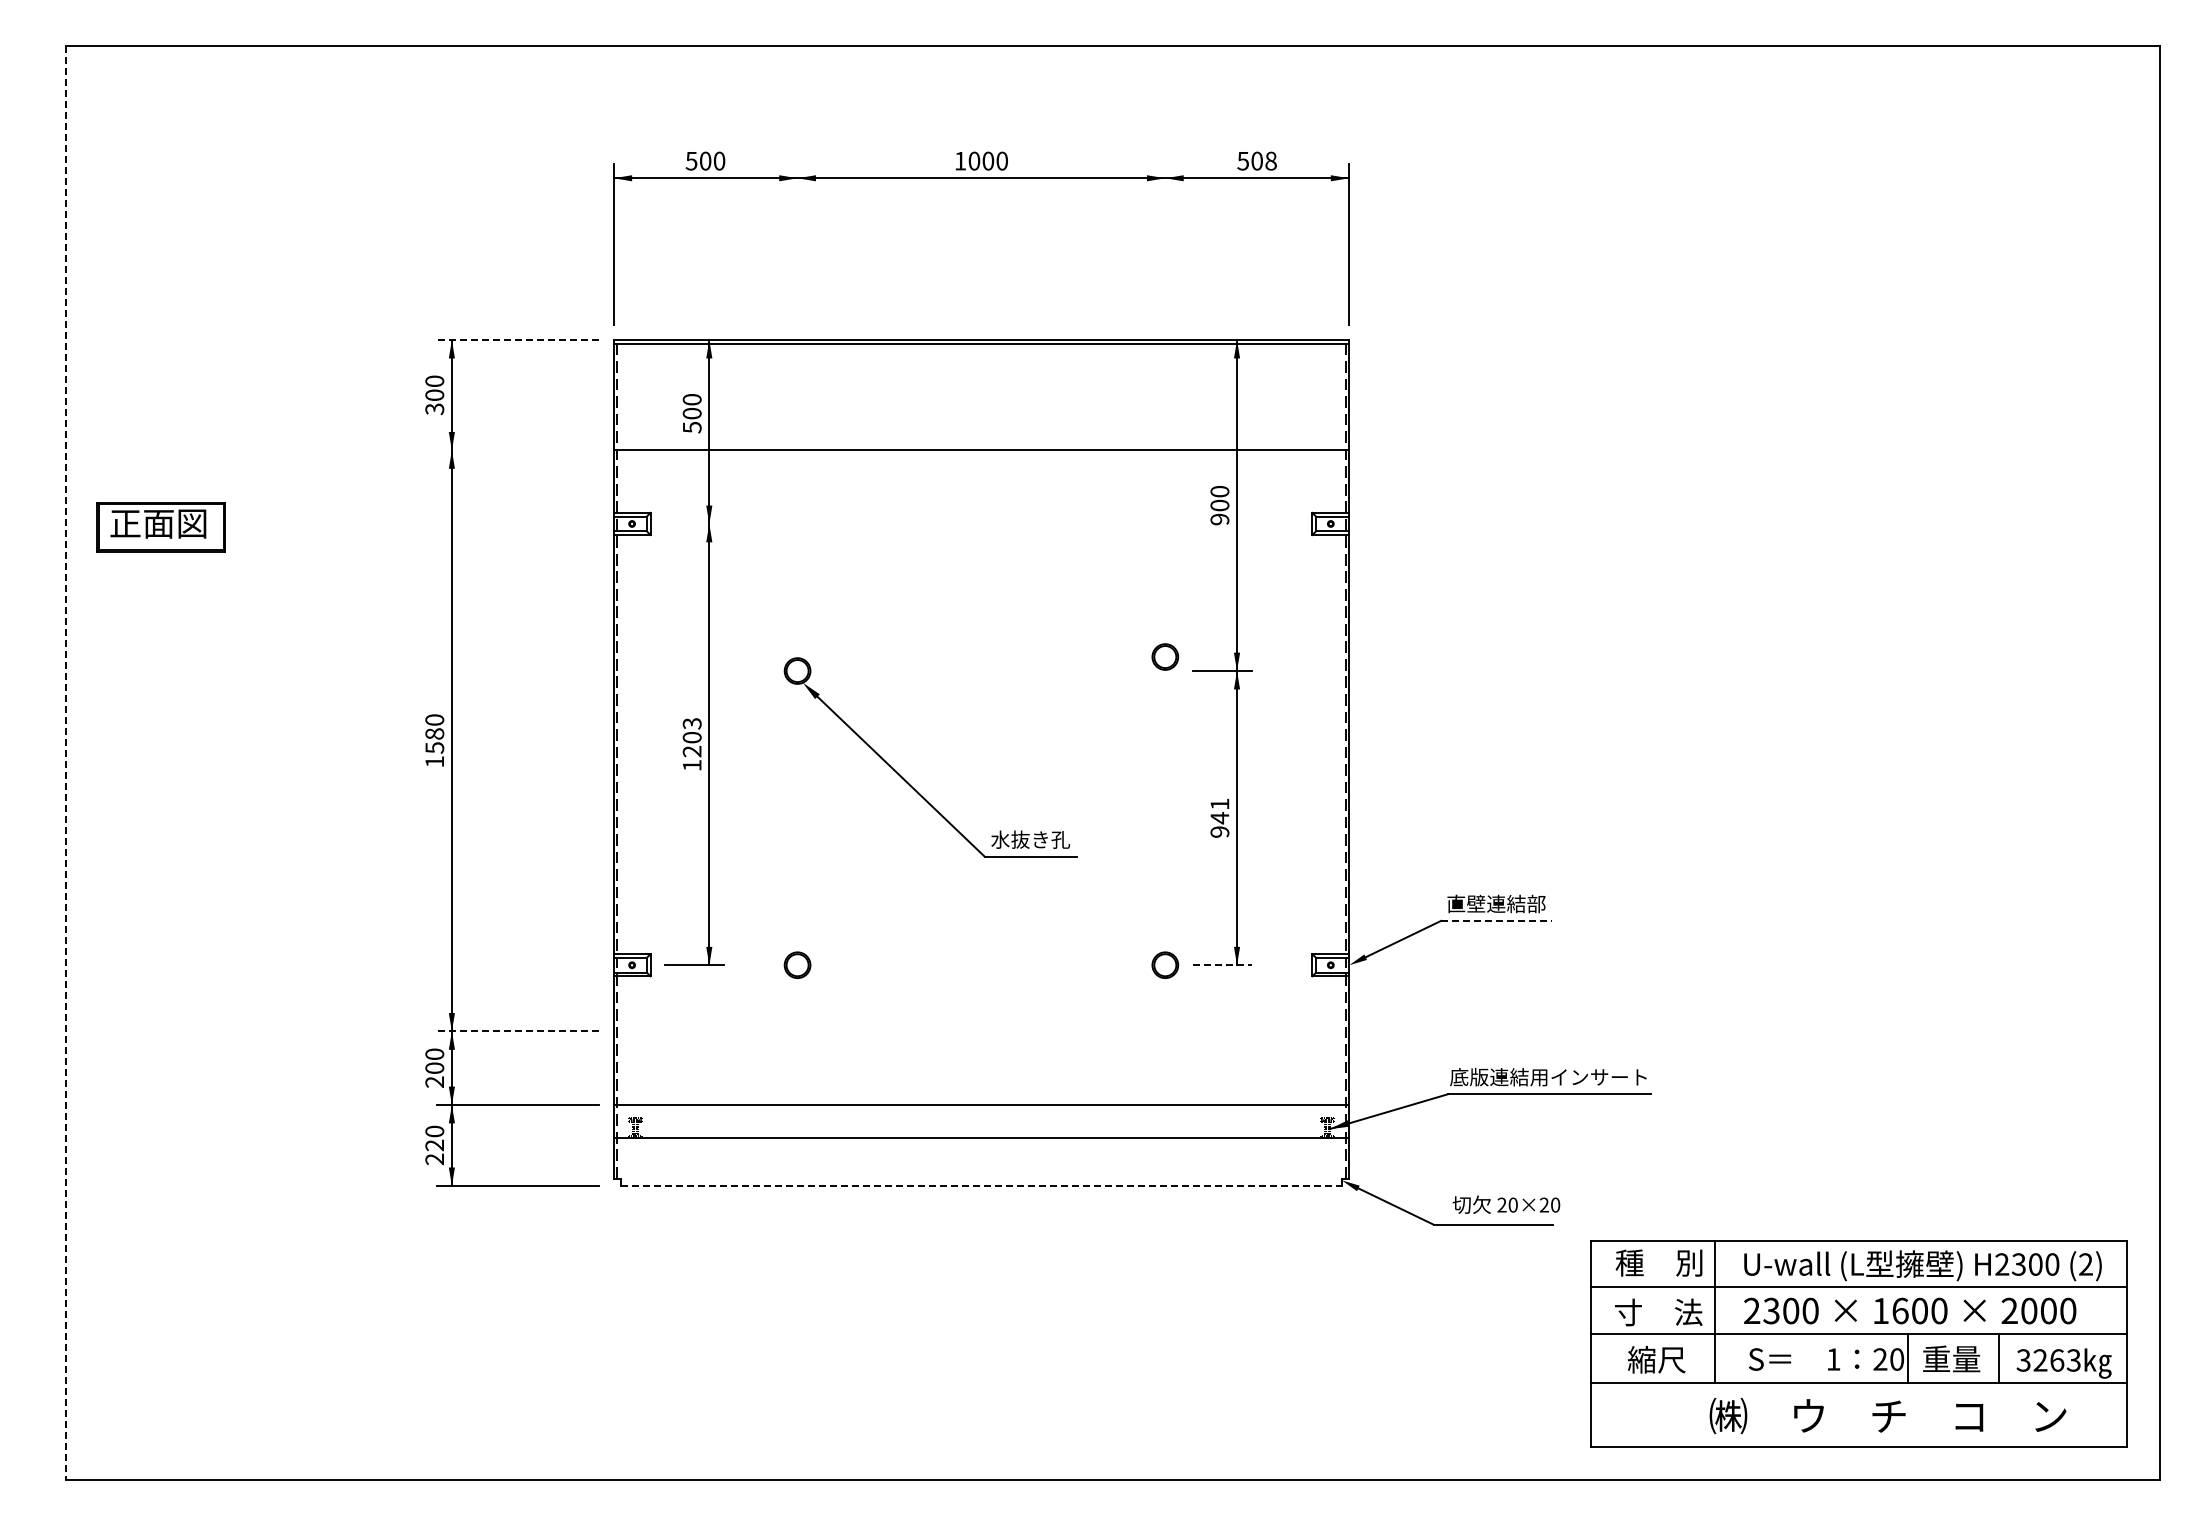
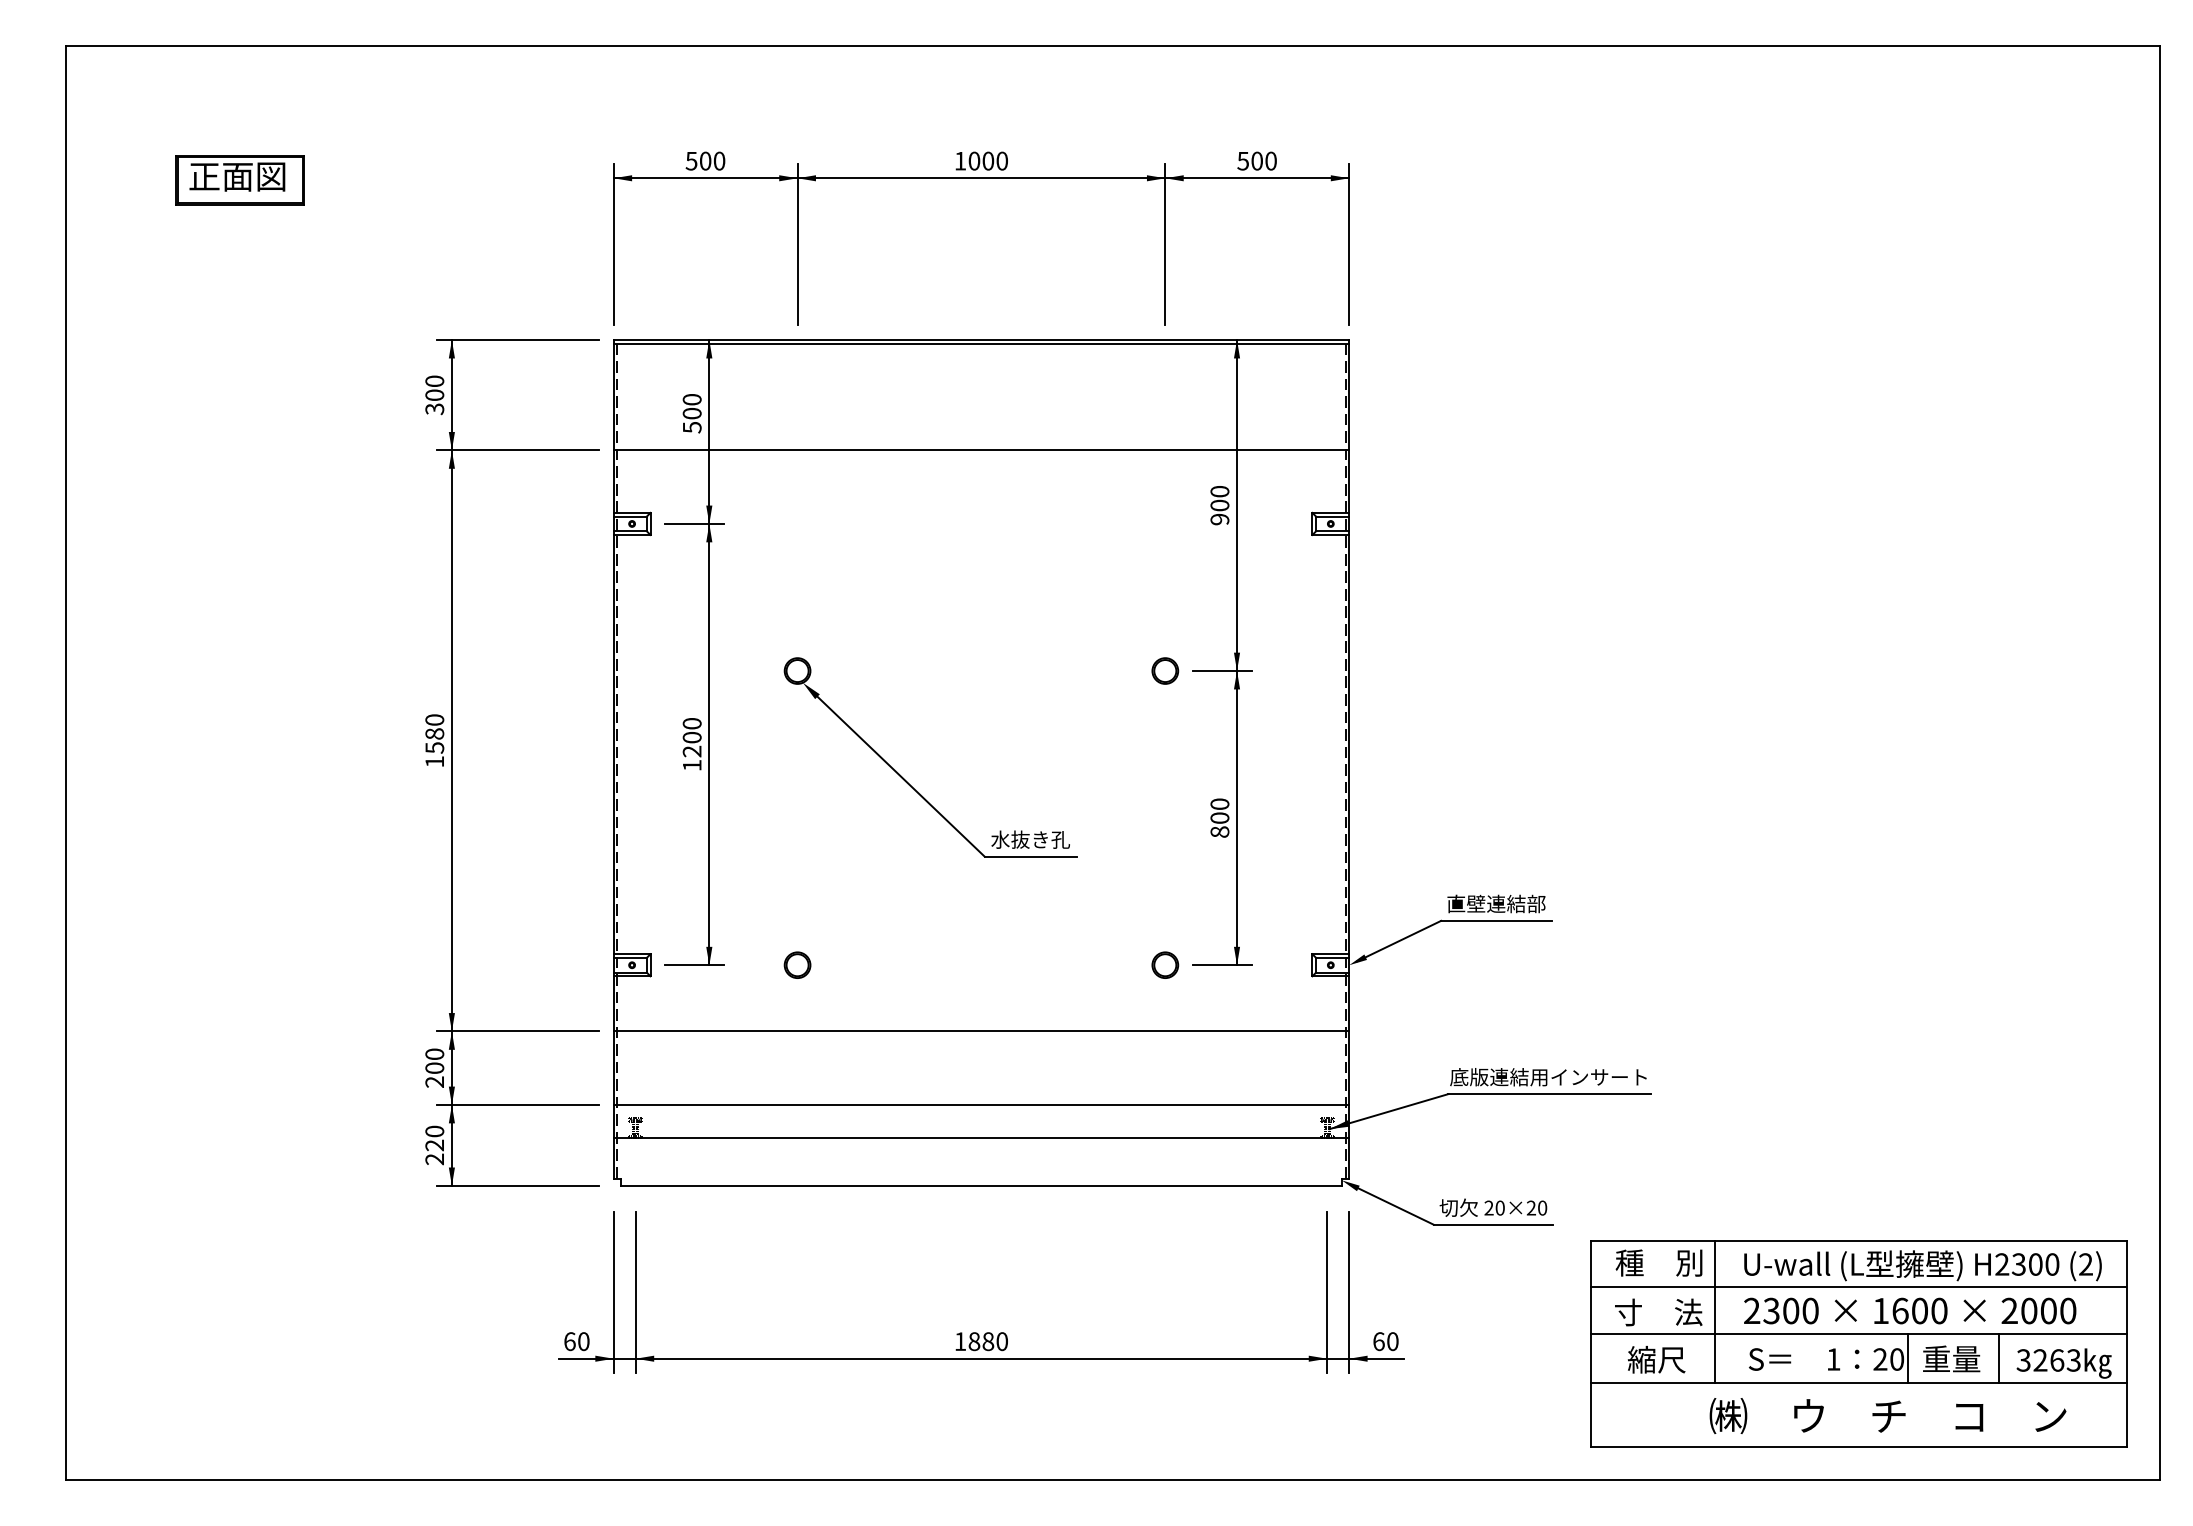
text at (1270, 161): 508 -> 500
line at (797, 244): none -> present
line at (1165, 244): none -> present
line at (518, 340): dashed -> solid
line at (518, 450): none -> present
line at (694, 523): none -> present
part at (160, 527) position: (160, 527) -> (239, 180)
part at (1165, 656) position: (1165, 656) -> (1165, 670)
text at (691, 723): 1203 -> 1200
line at (65, 763): dashed -> solid
text at (1219, 817): 941 -> 800
line at (1496, 920): dashed -> solid
line at (1222, 965): dashed -> solid
line at (518, 1031): dashed -> solid
line at (981, 1031): none -> present
line at (981, 1185): dashed -> solid
text at (1506, 1204) position: (1506, 1204) -> (1493, 1207)
part at (976, 1332): none -> present
